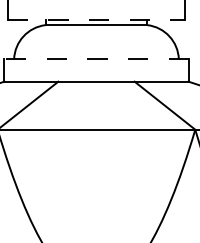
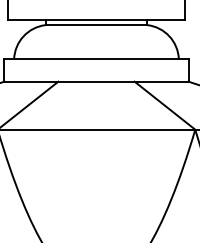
line at (96, 20): dashed -> solid
line at (96, 59): dashed -> solid
